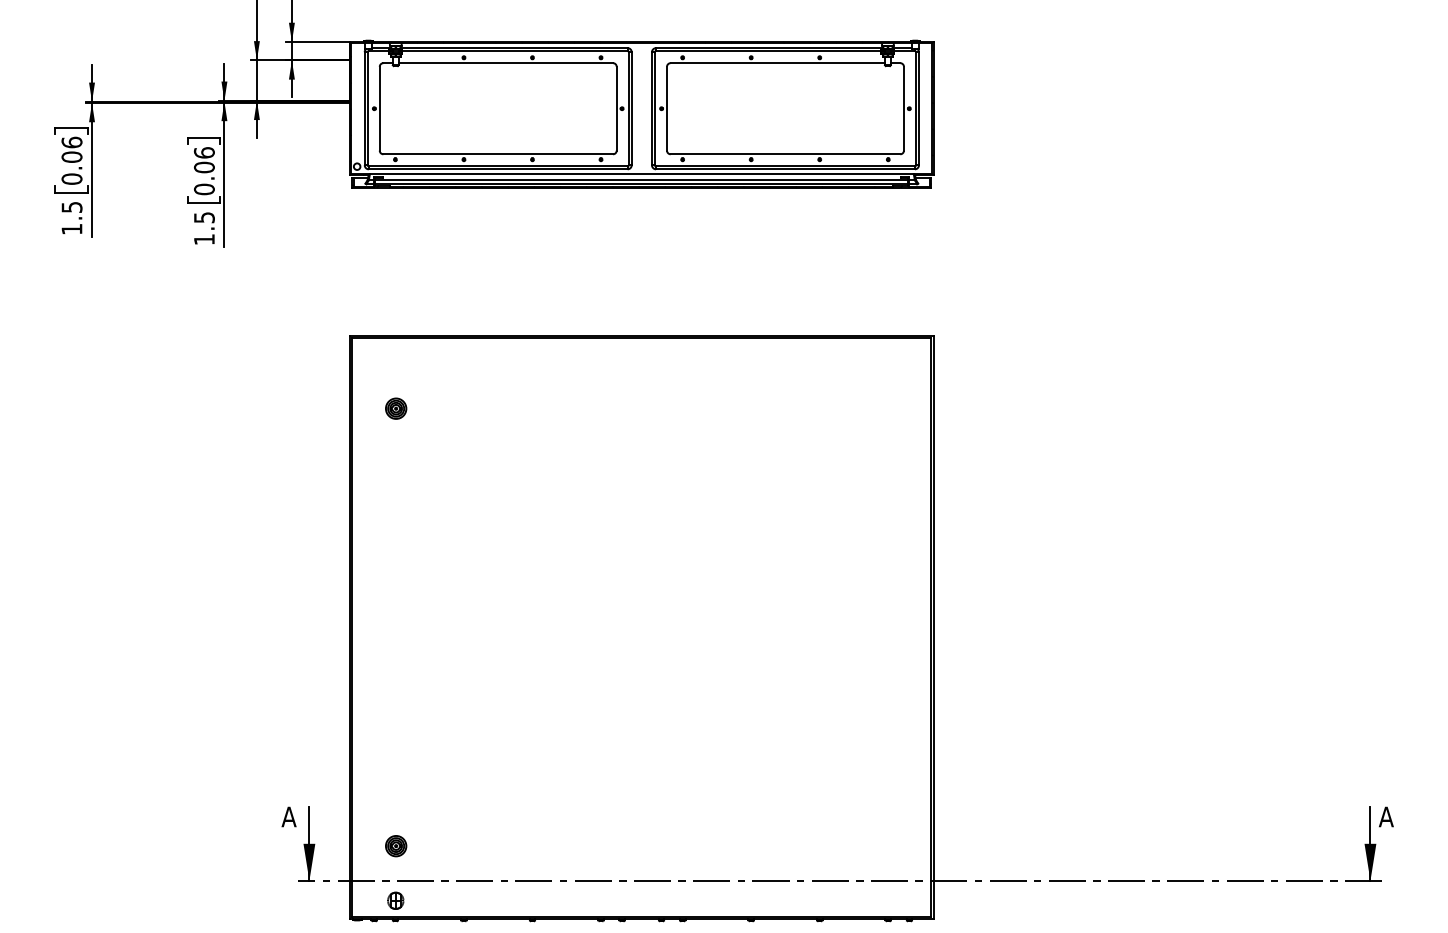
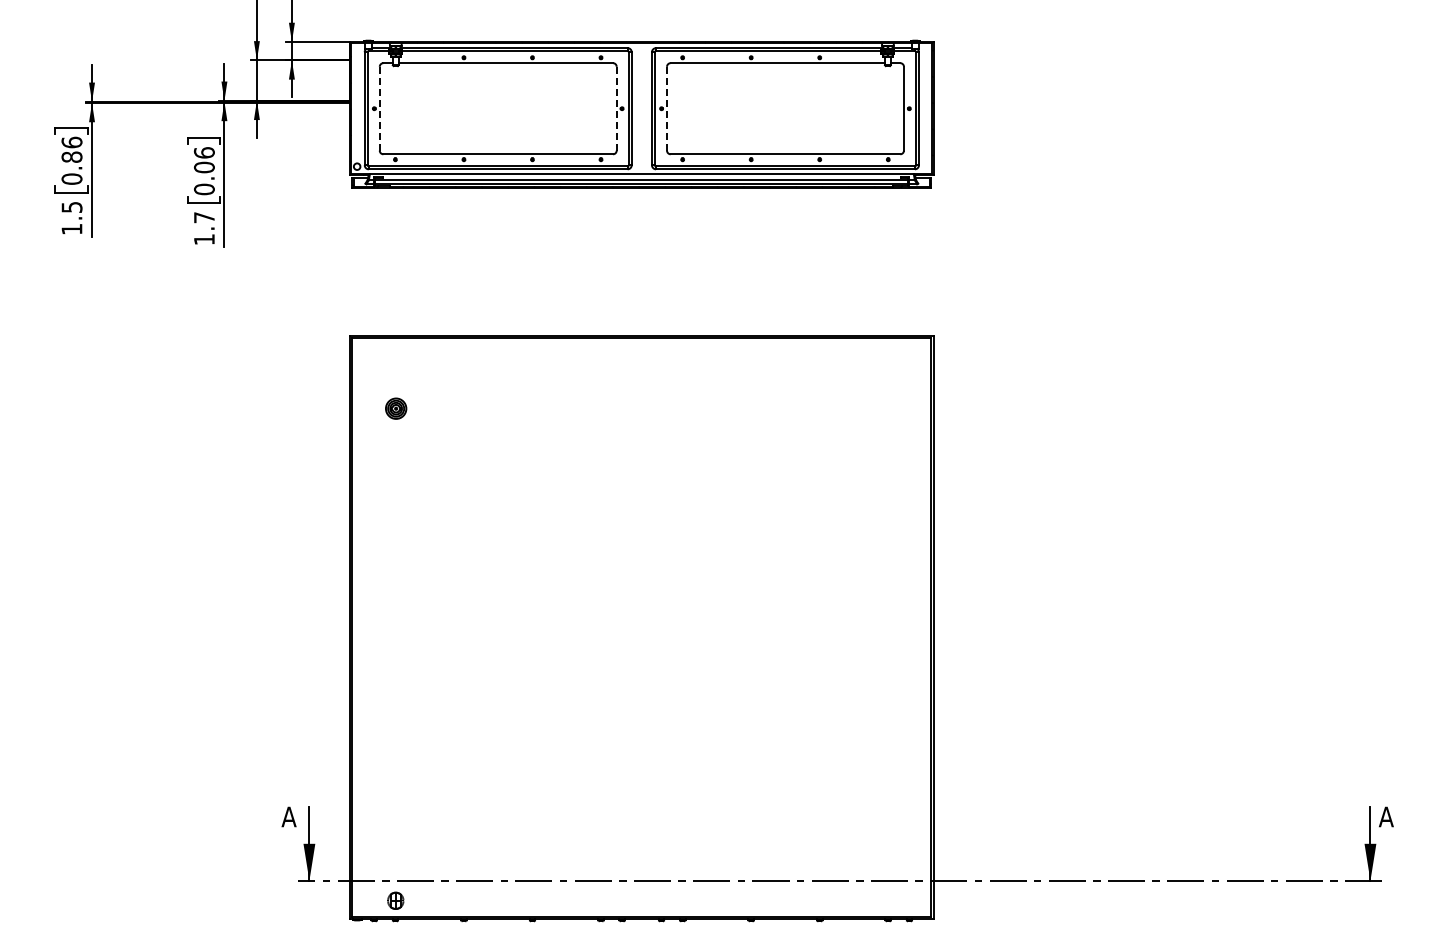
line at (379, 108): solid -> dashed
line at (616, 108): solid -> dashed
line at (667, 108): solid -> dashed
text at (71, 156): 0.06 -> 0.86
text at (204, 217): 1.5 -> 1.7
part at (396, 846): present -> none
